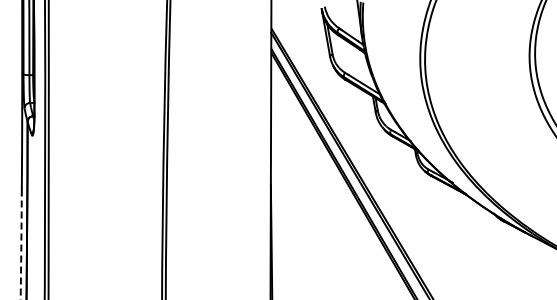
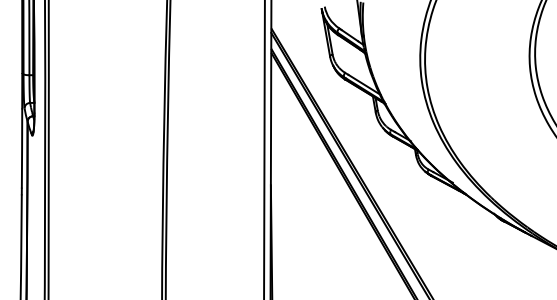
line at (264, 149): none -> present
arc at (21, 247): dashed -> solid
